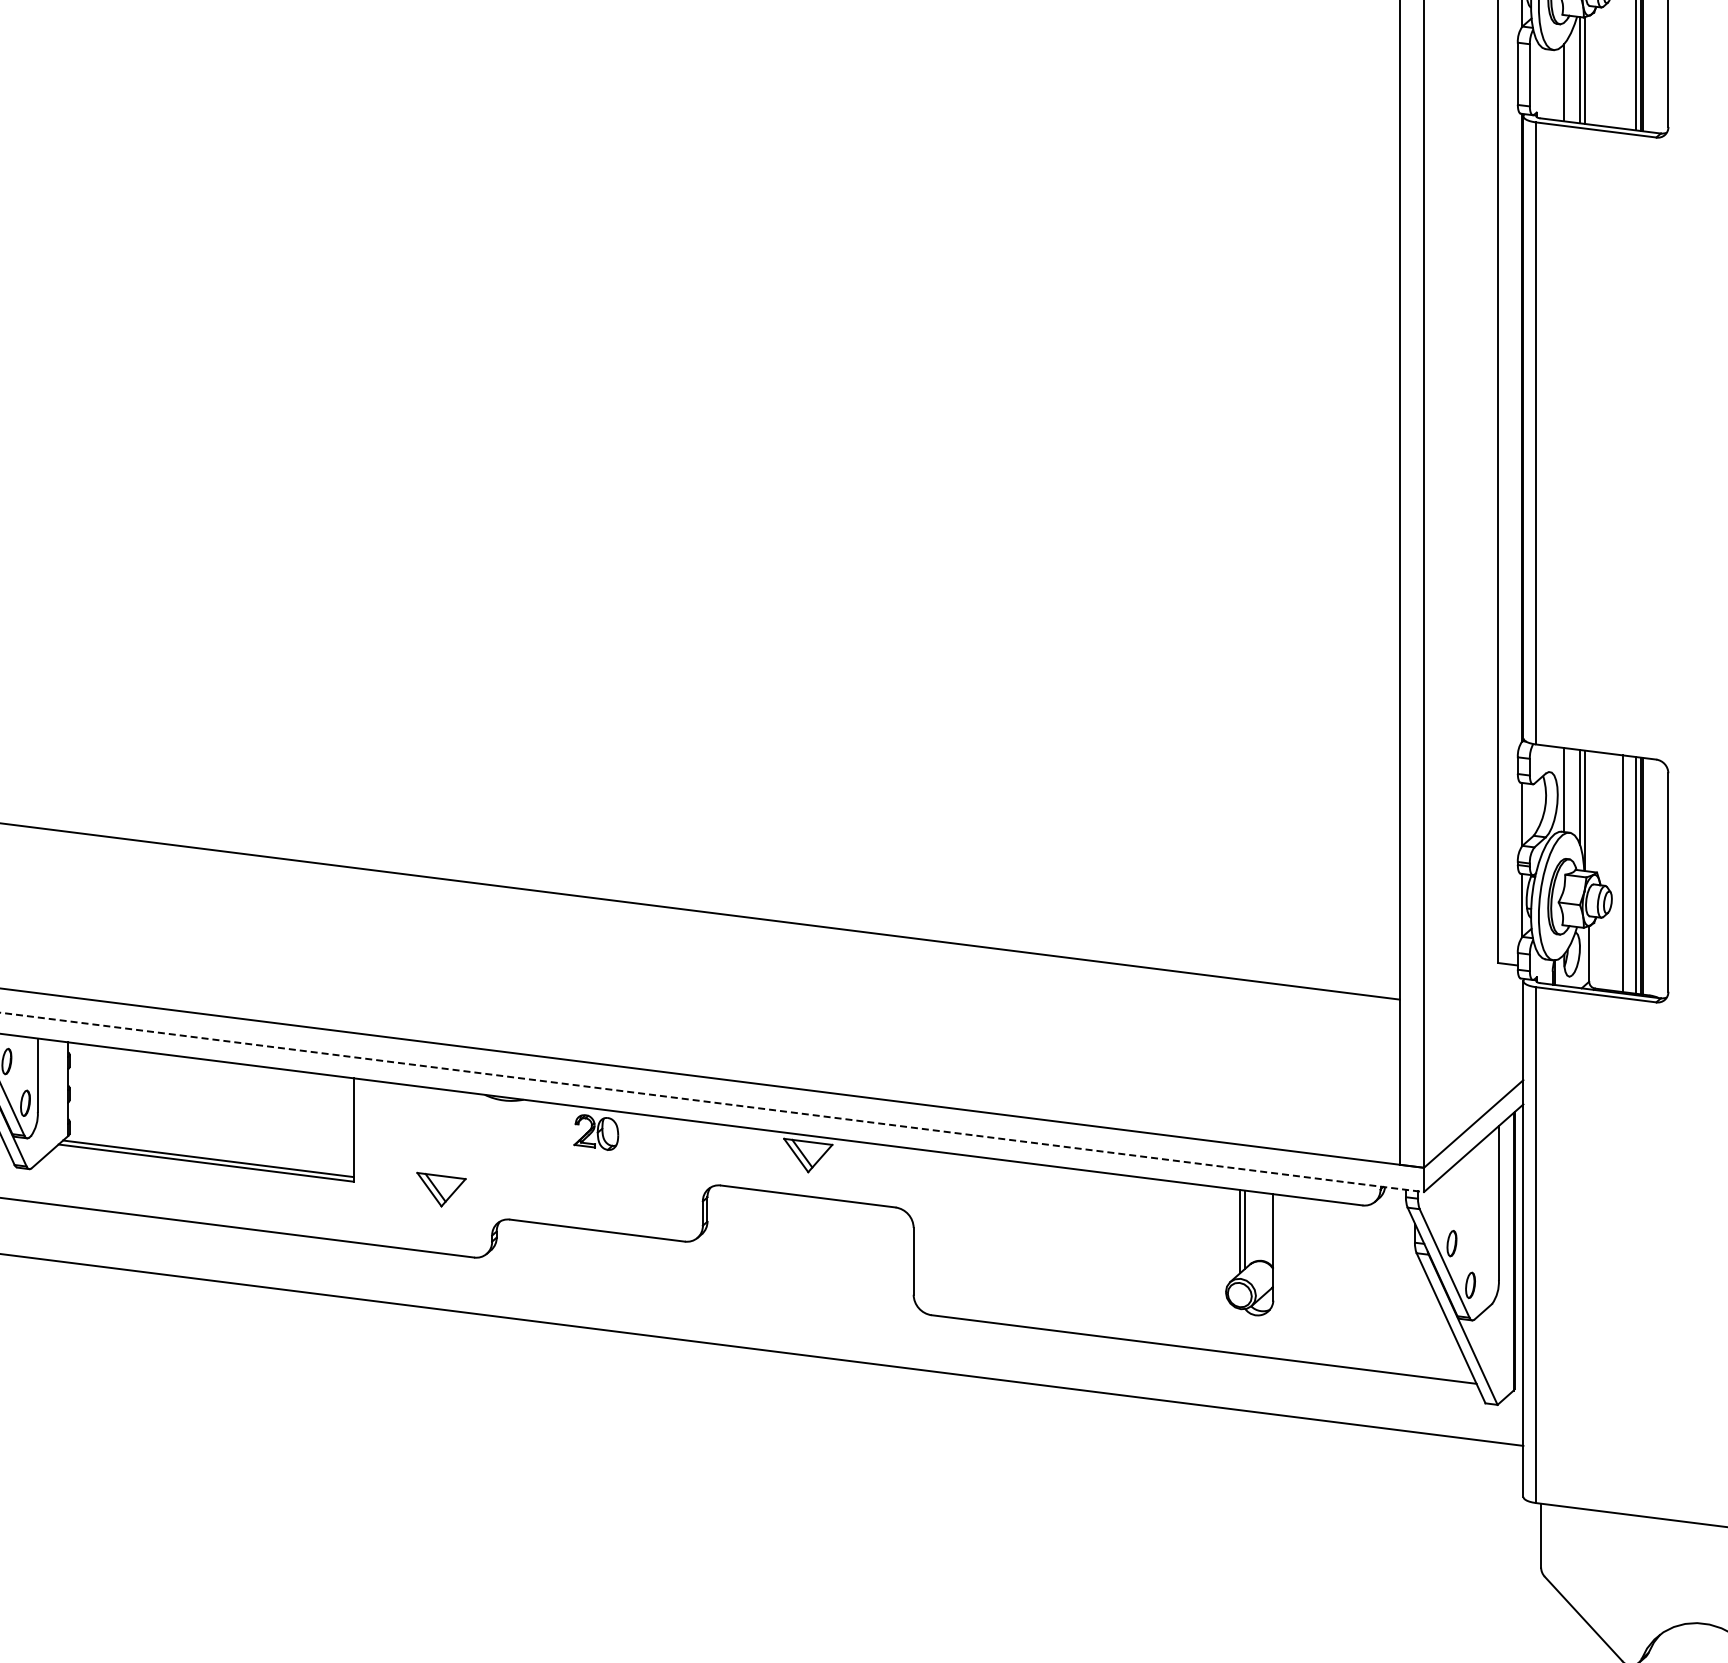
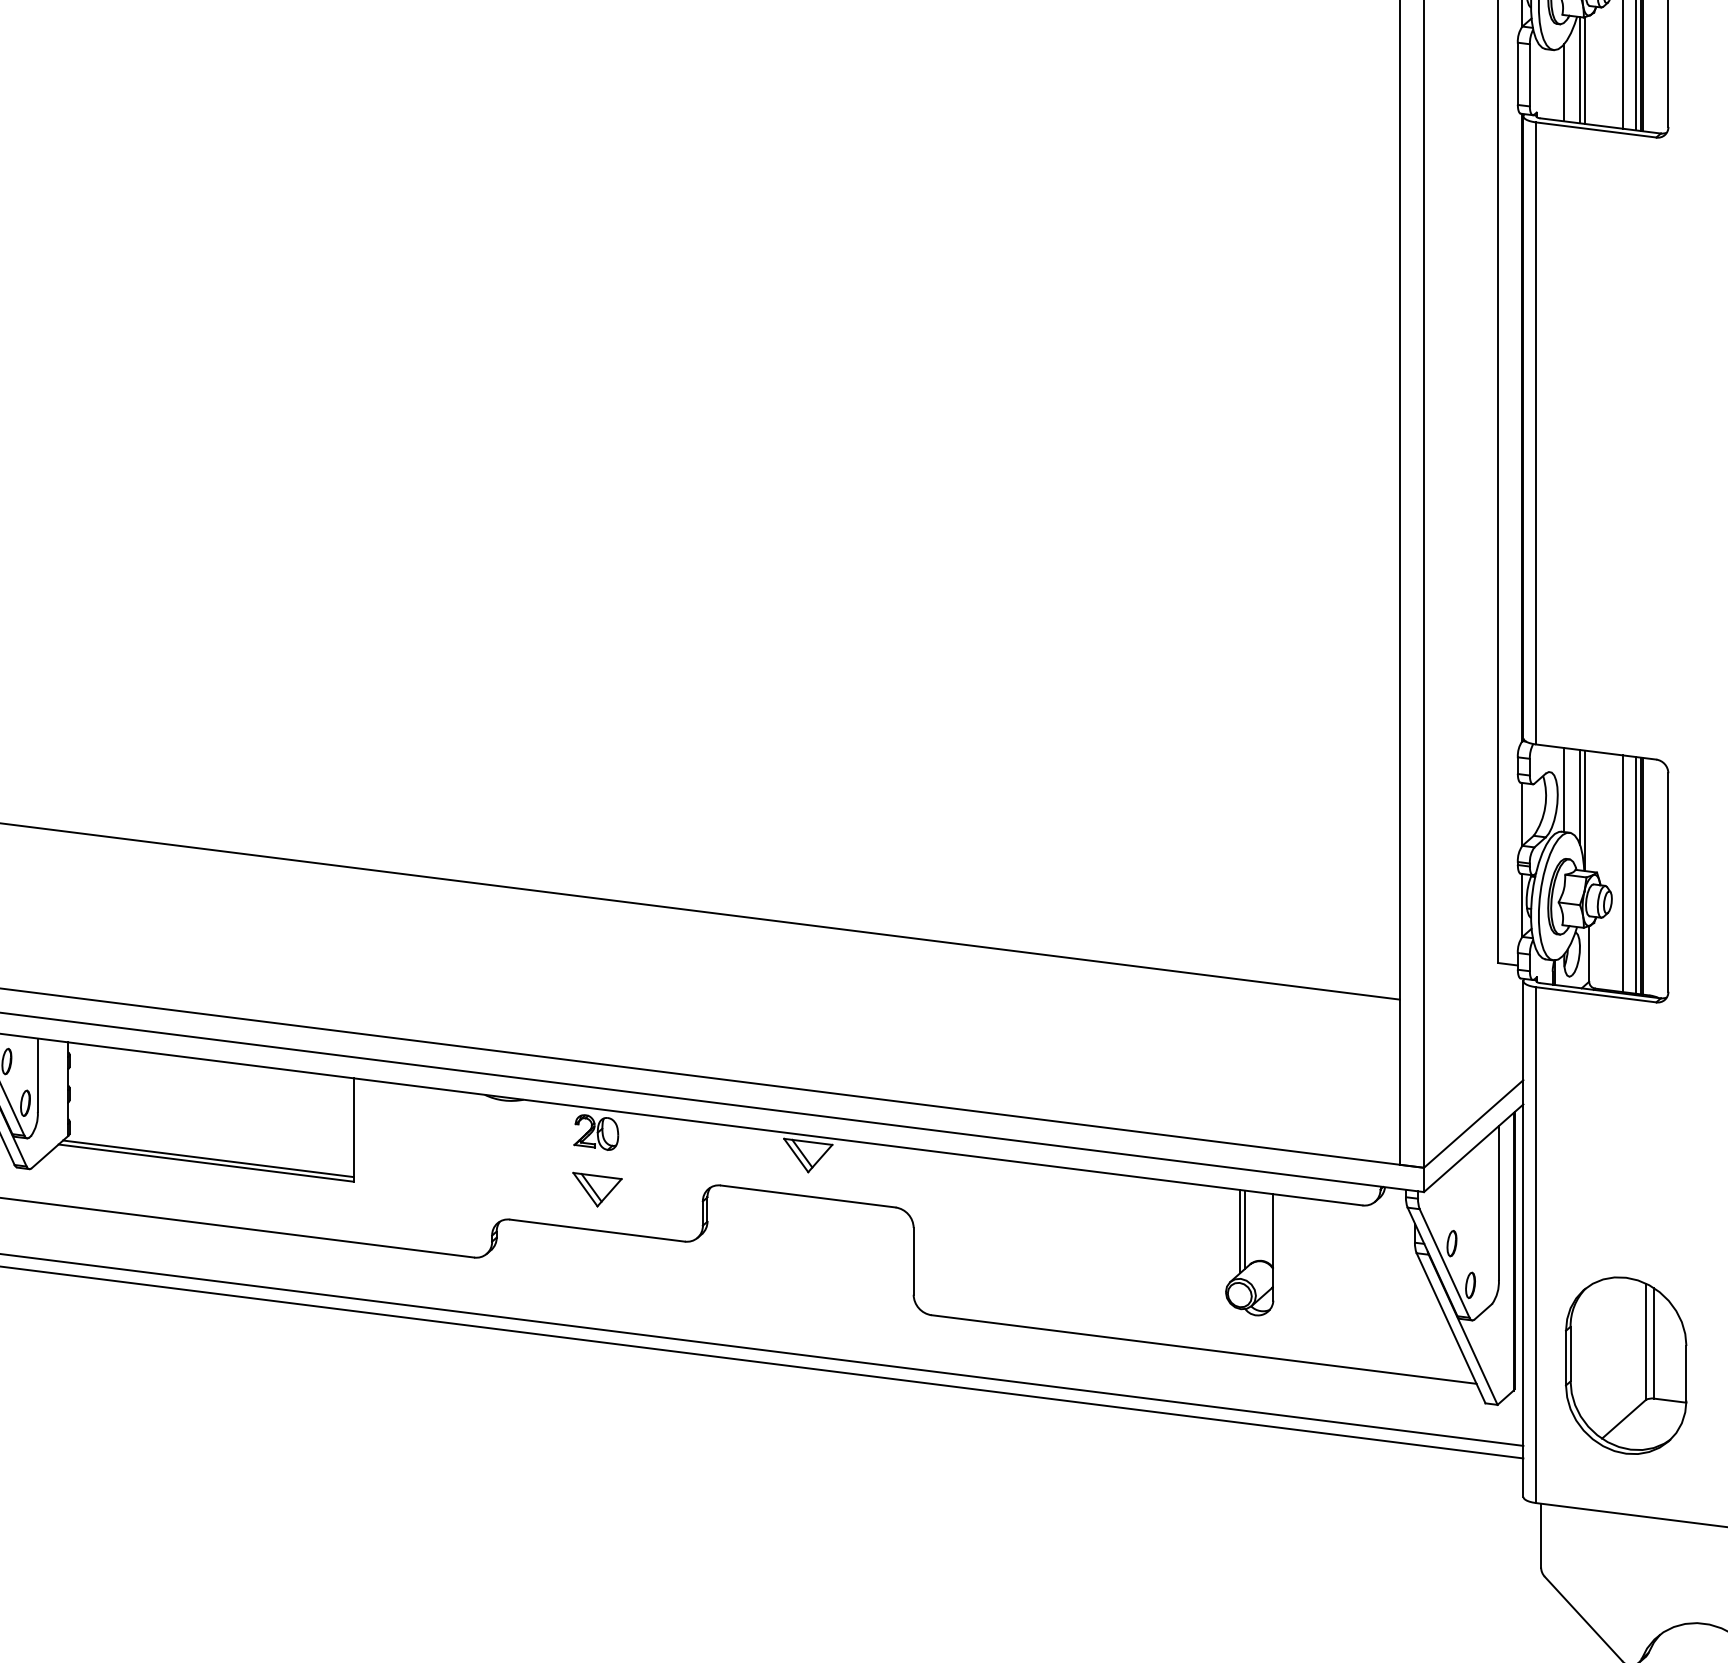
line at (1623, 65): none -> present
line at (712, 1102): dashed -> solid
part at (441, 1189) position: (441, 1189) -> (597, 1189)
line at (762, 1362): none -> present
part at (1626, 1365): none -> present
